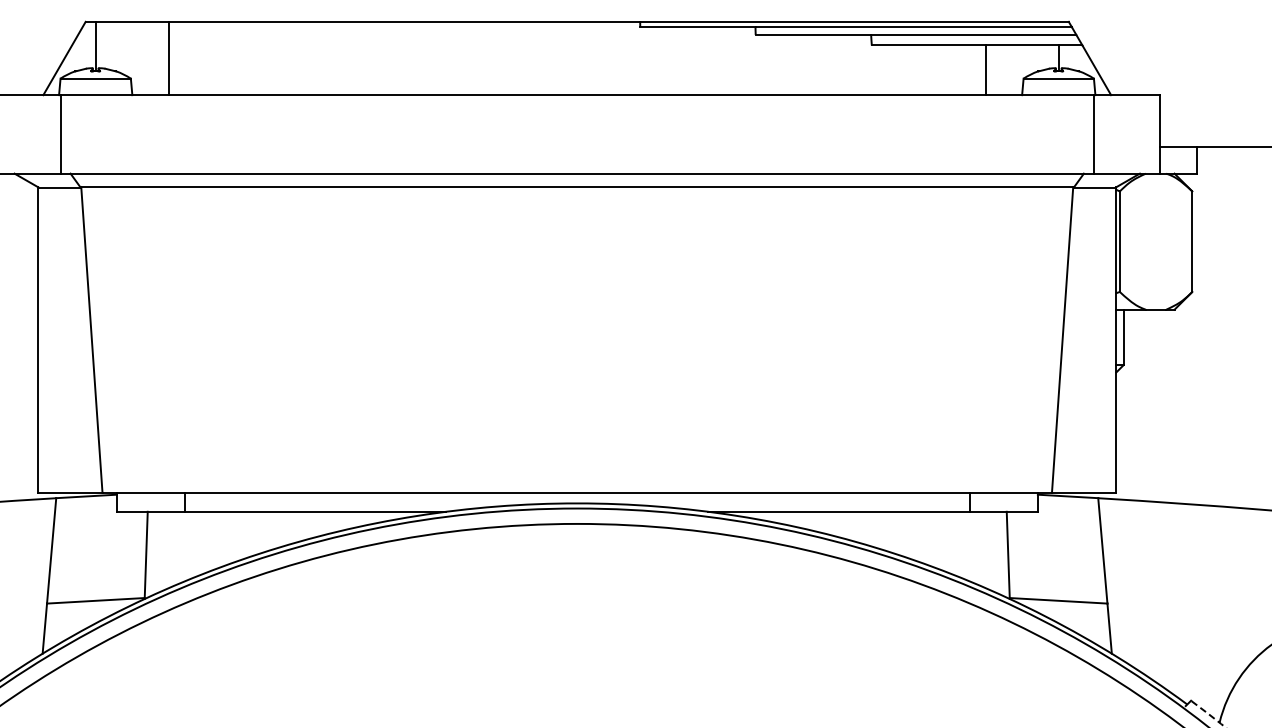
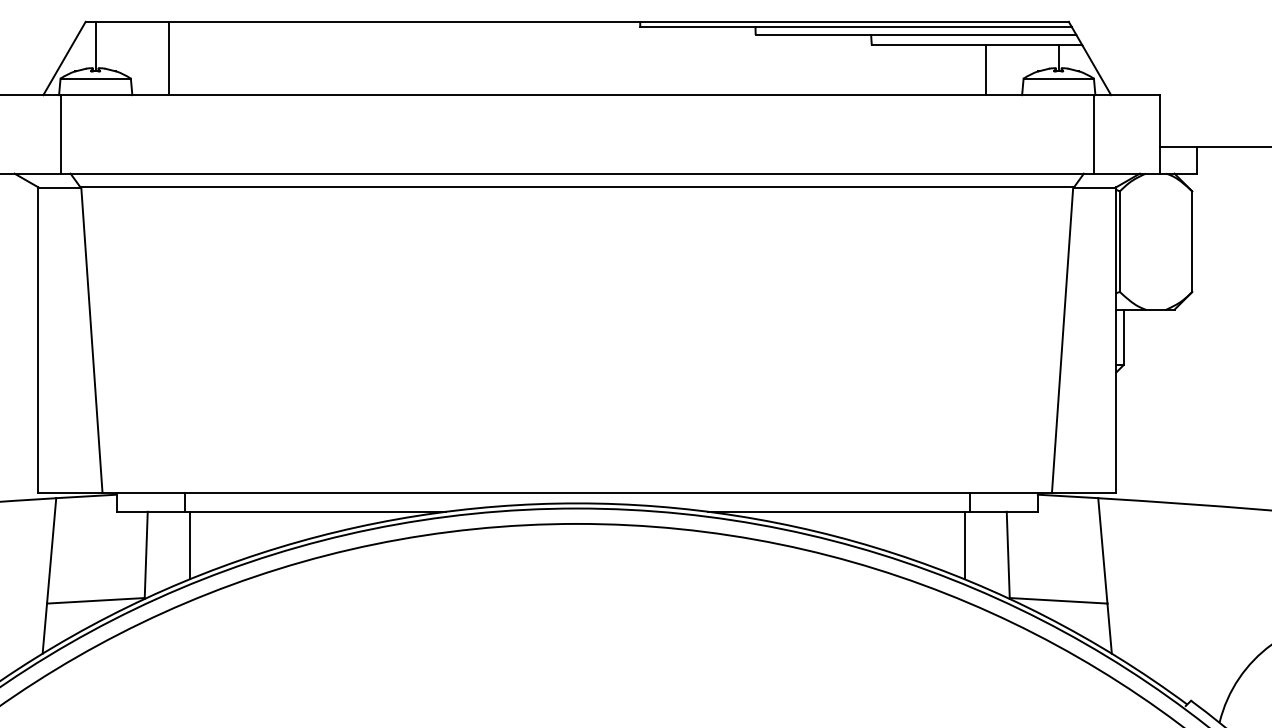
line at (189, 545): none -> present
line at (964, 545): none -> present
arc at (1208, 714): dashed -> solid
